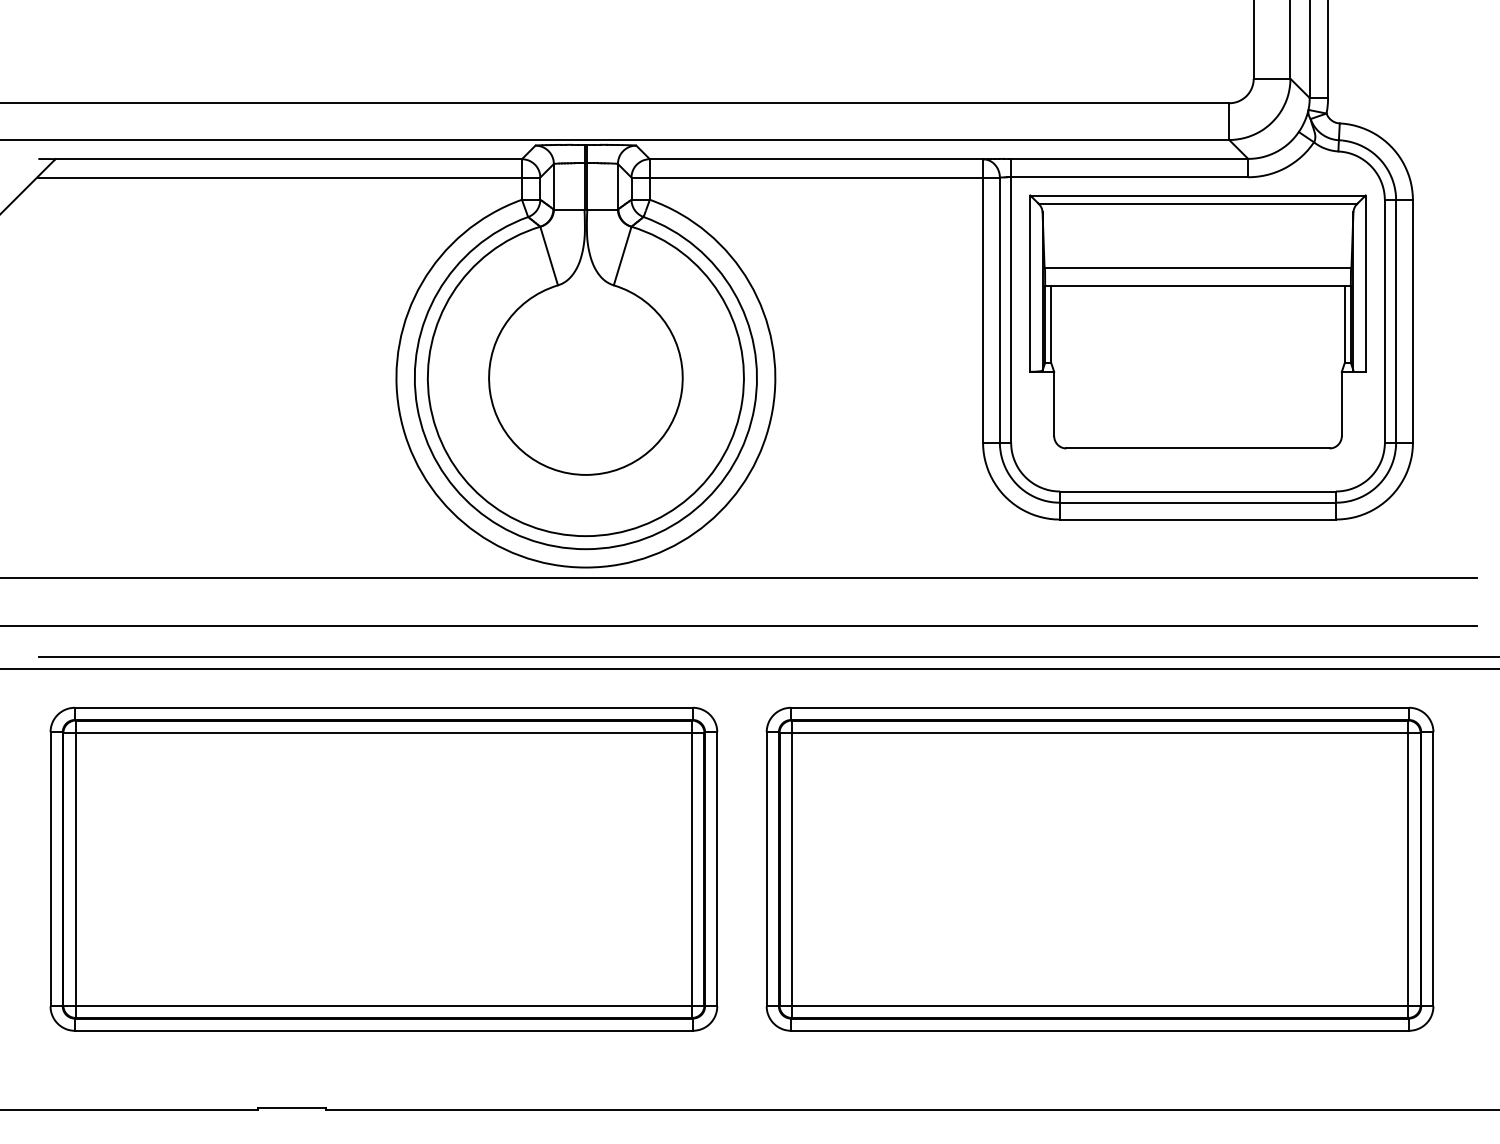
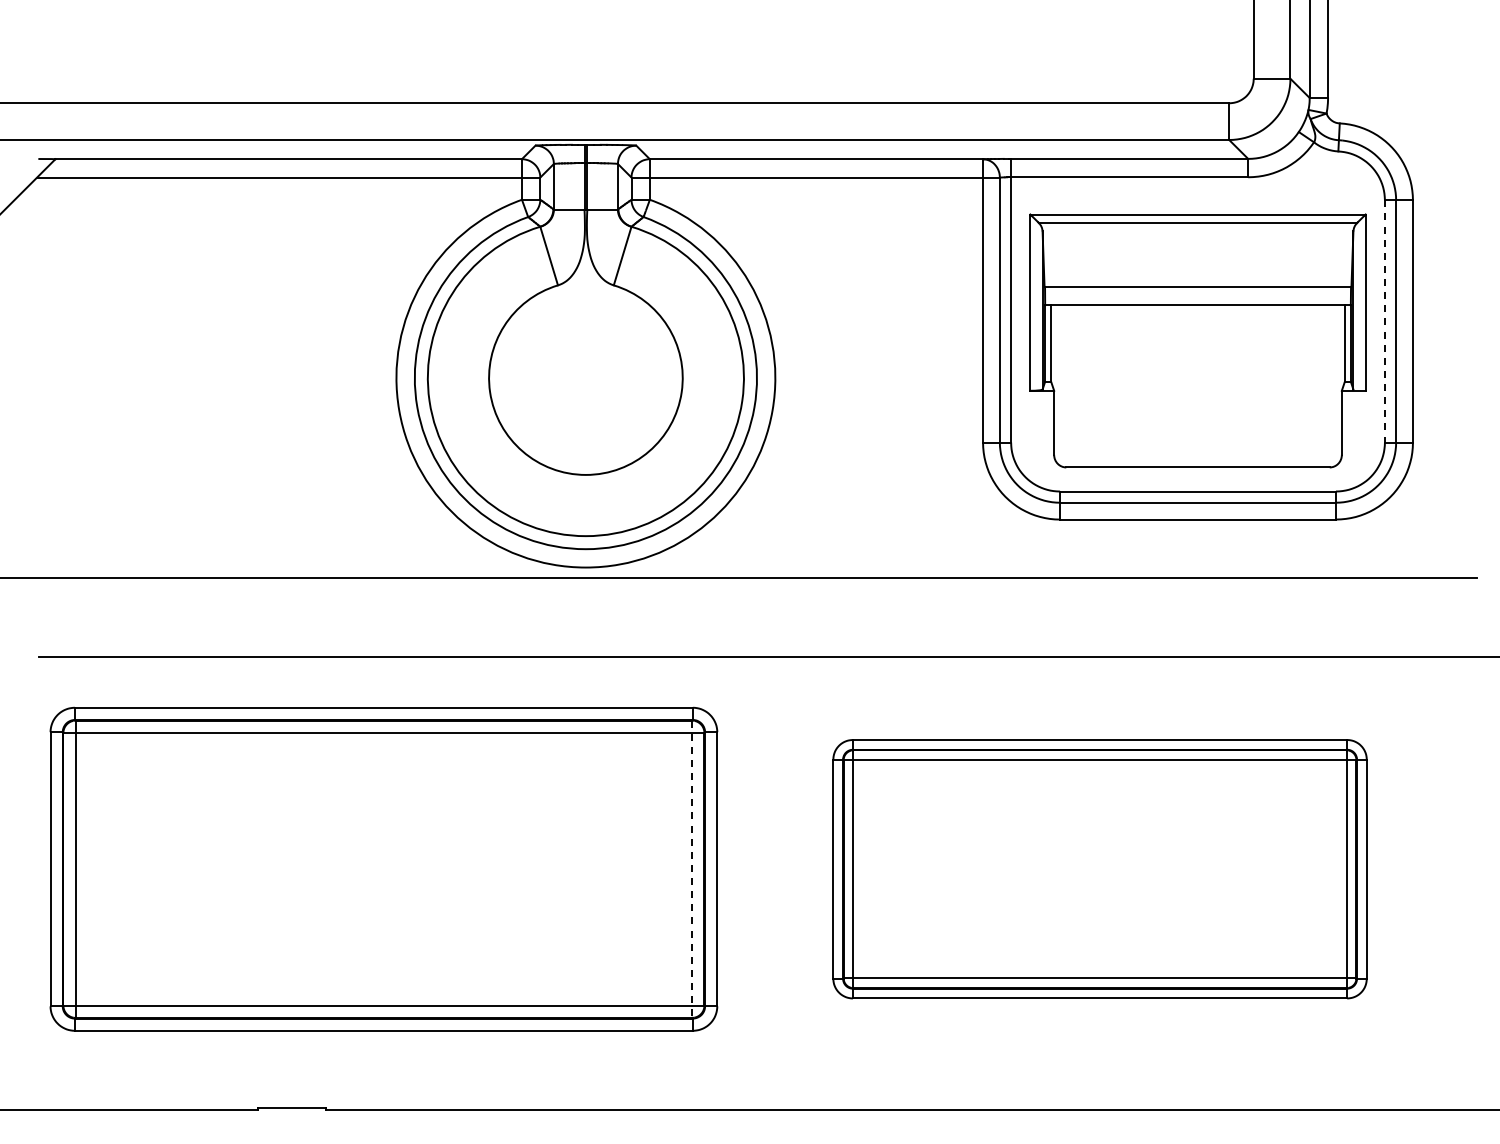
part at (1197, 321) position: (1197, 321) -> (1197, 340)
line at (1384, 321): solid -> dashed
line at (739, 625): present -> none
line at (749, 669): present -> none
part at (1099, 868) size: 670x326 px -> 536x261 px
line at (692, 869): solid -> dashed
